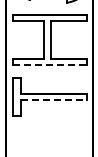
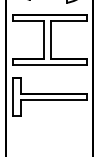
line at (50, 65): dashed -> solid
line at (54, 100): dashed -> solid
